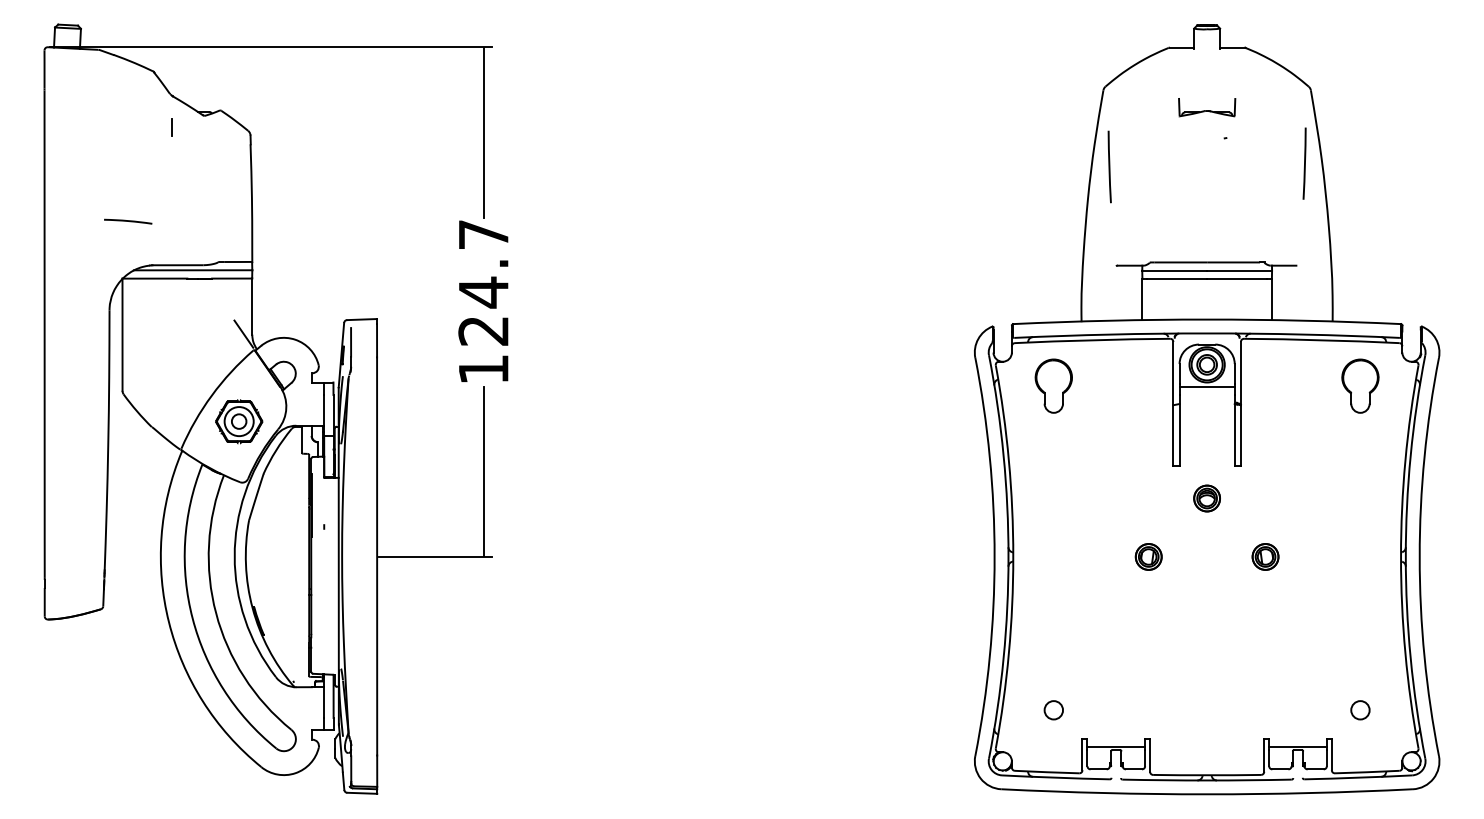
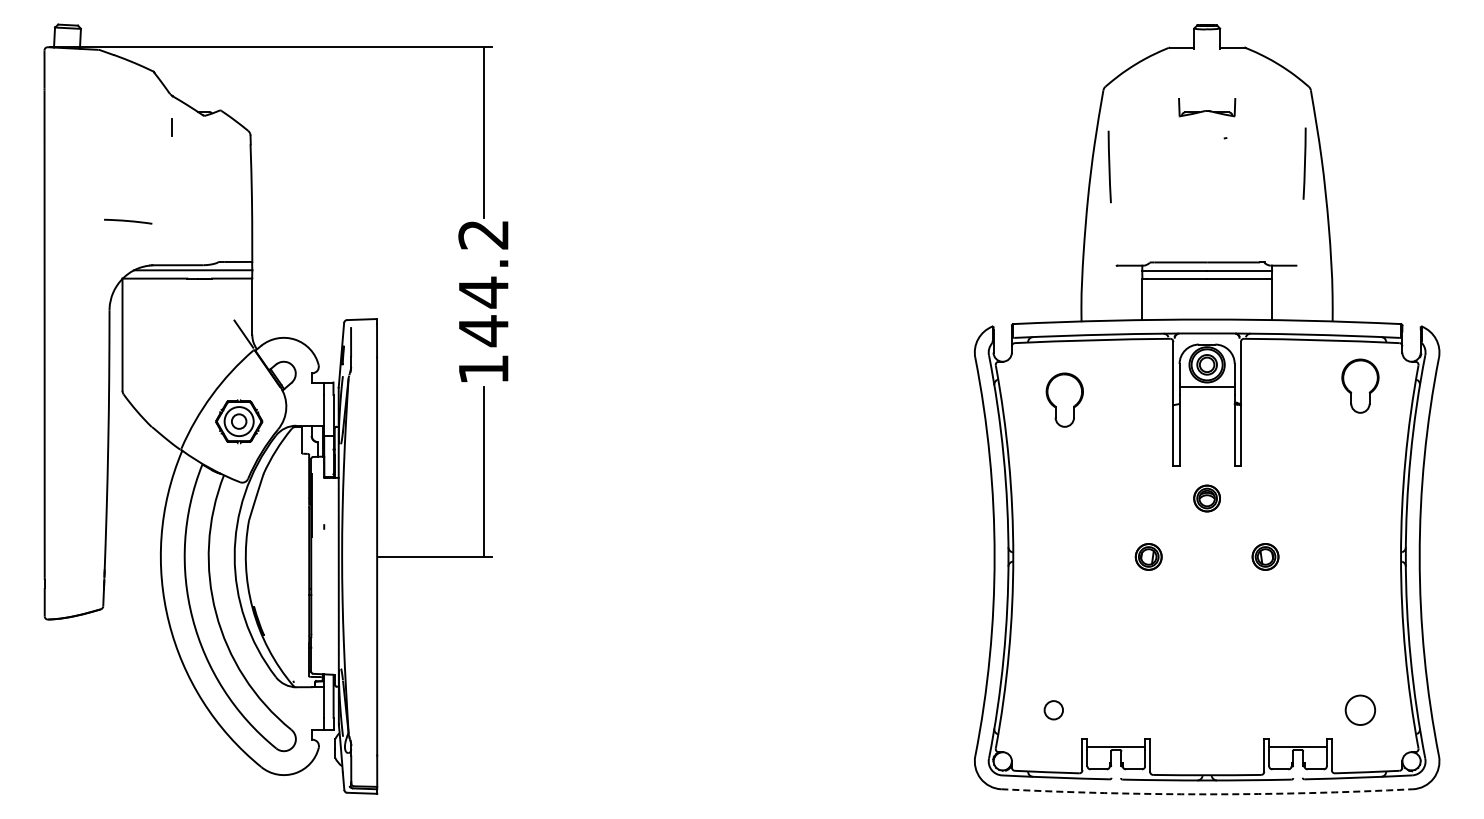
text at (483, 283): 124.7 -> 144.2
part at (1053, 385) position: (1053, 385) -> (1064, 399)
circle at (1360, 710) diameter: 18 px -> 29 px
arc at (1207, 794): solid -> dashed
